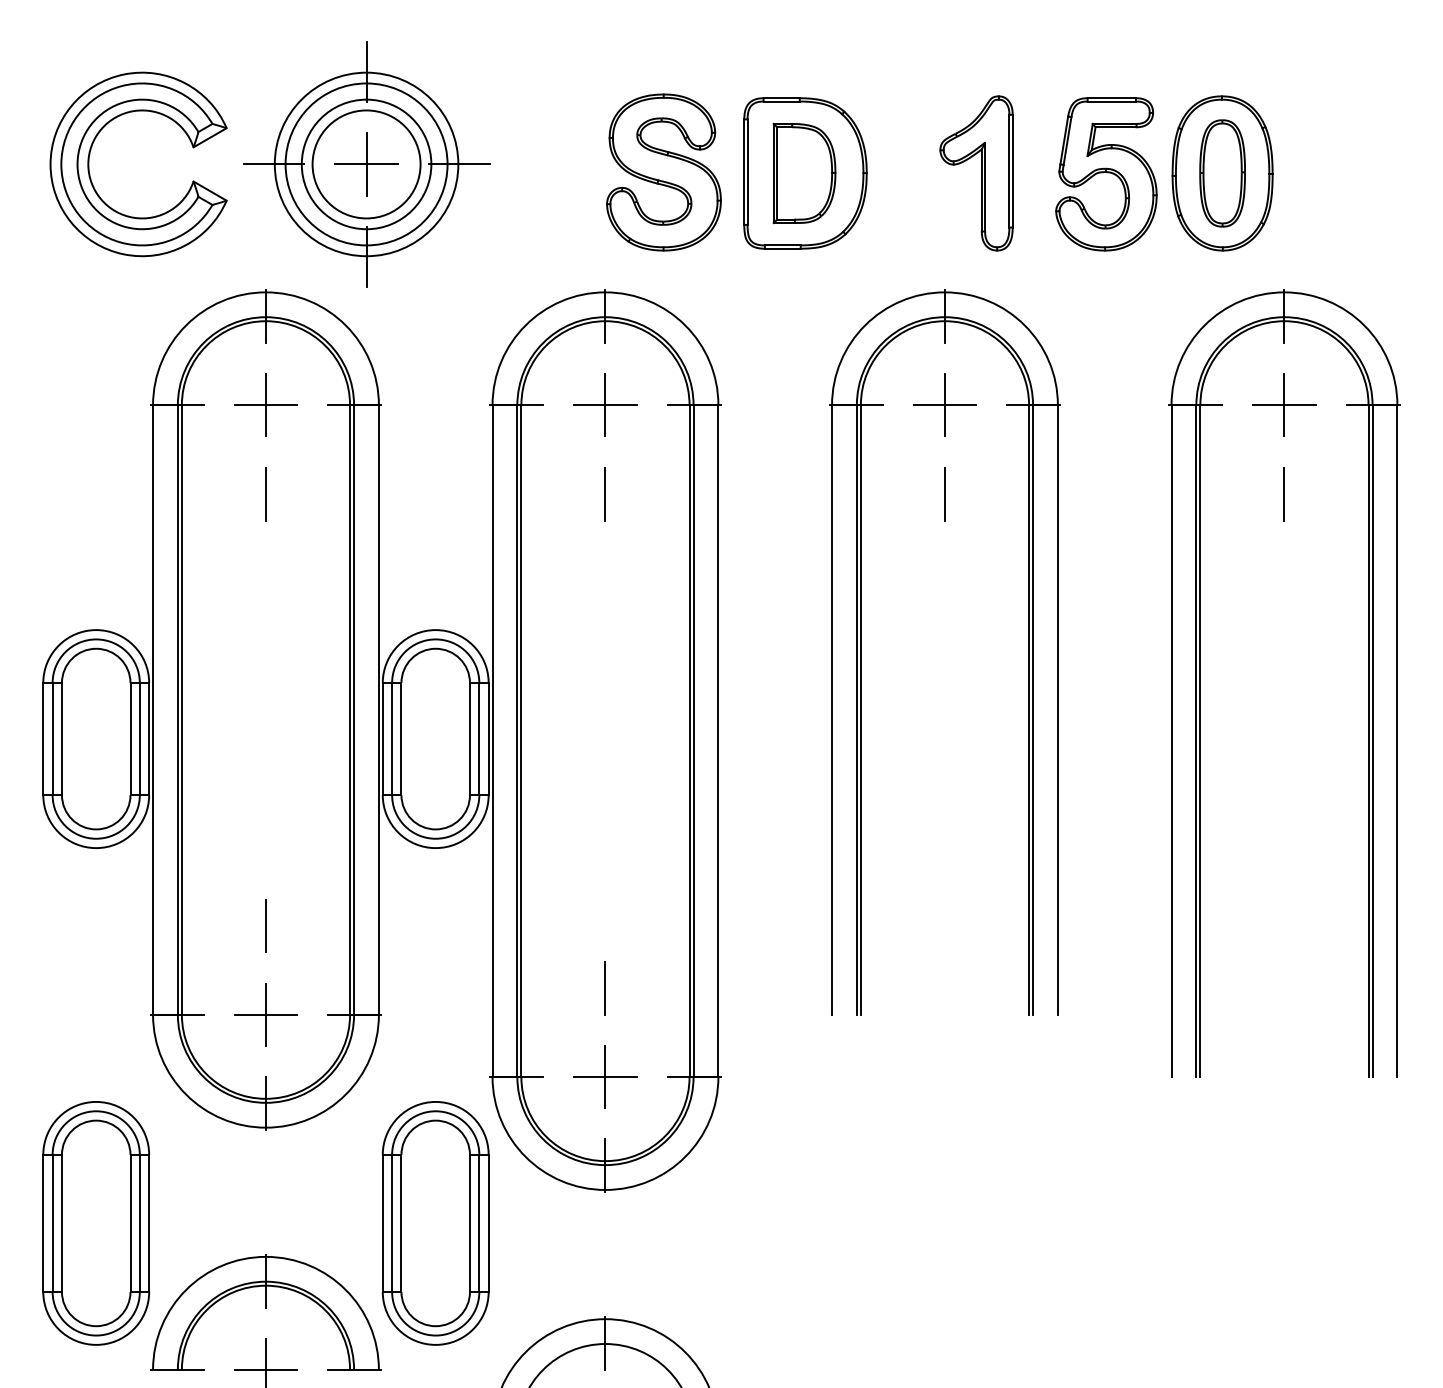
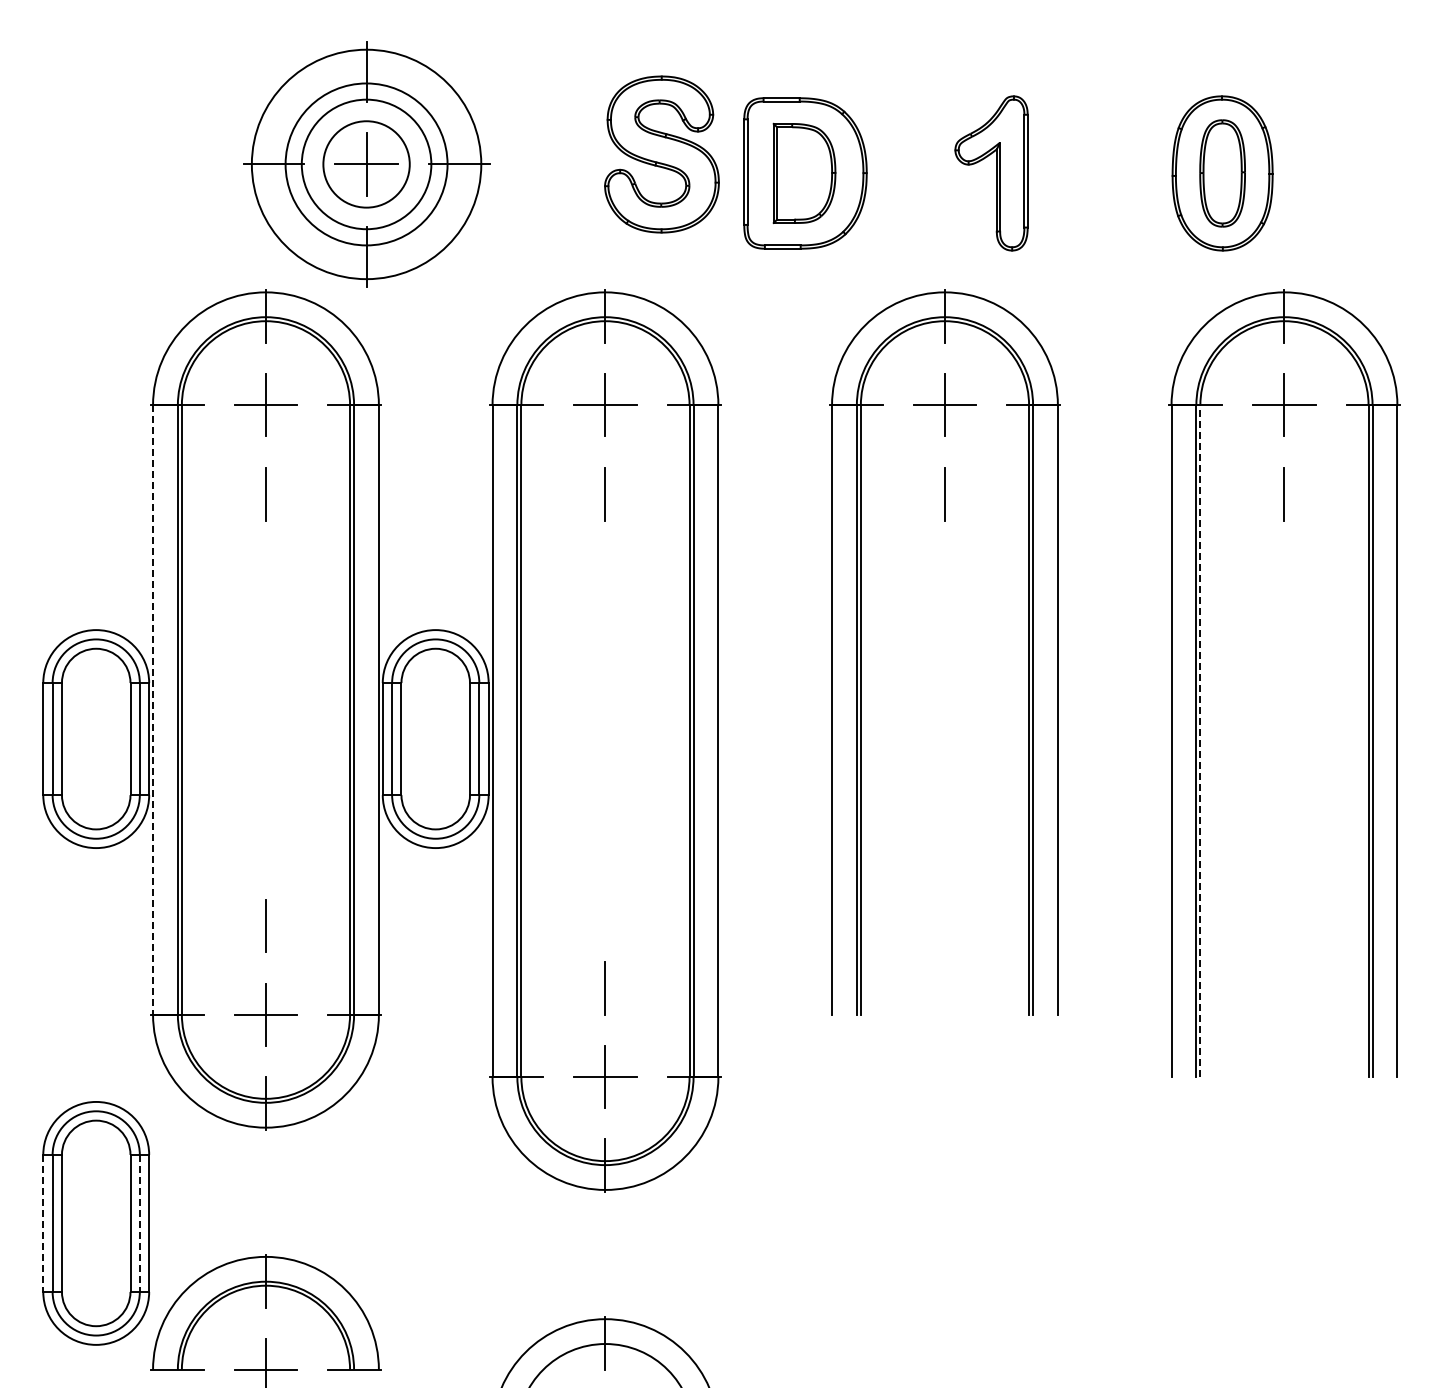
part at (89, 164): present -> none
circle at (366, 164) diameter: 108 px -> 86 px
circle at (366, 164) diameter: 184 px -> 229 px
part at (663, 172) position: (663, 172) -> (661, 154)
part at (976, 173) position: (976, 173) -> (991, 173)
part at (1106, 174): present -> none
line at (153, 710): solid -> dashed
line at (1200, 741): solid -> dashed
line at (43, 1223): solid -> dashed
line at (139, 1223): solid -> dashed
part at (435, 1223): present -> none
